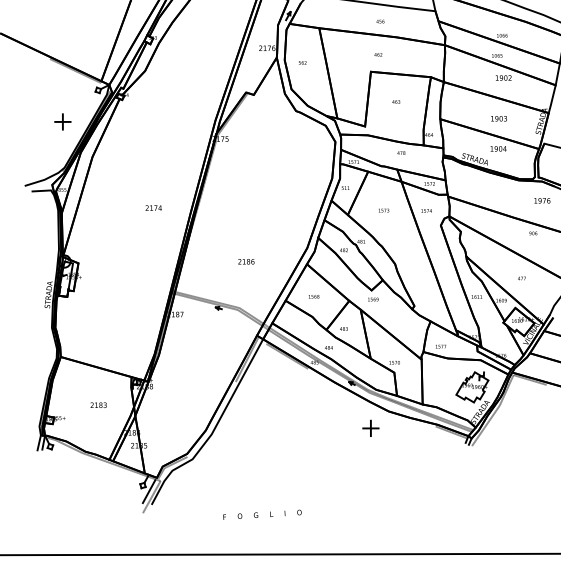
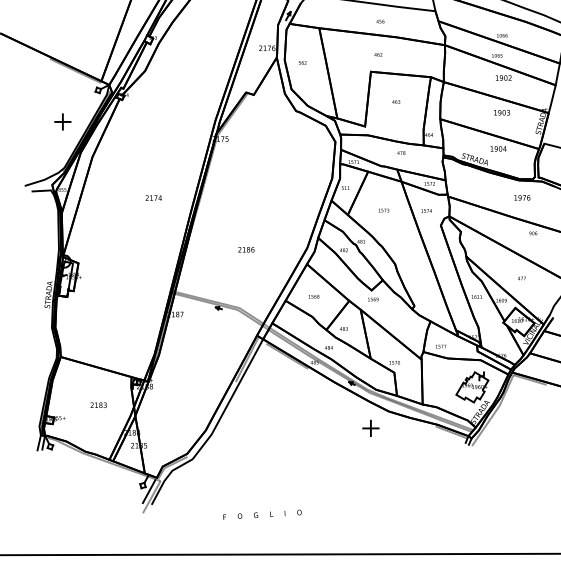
text at (498, 118) position: (498, 118) -> (501, 112)
text at (542, 200) position: (542, 200) -> (522, 197)
text at (153, 207) position: (153, 207) -> (153, 197)
text at (246, 261) position: (246, 261) -> (246, 249)
